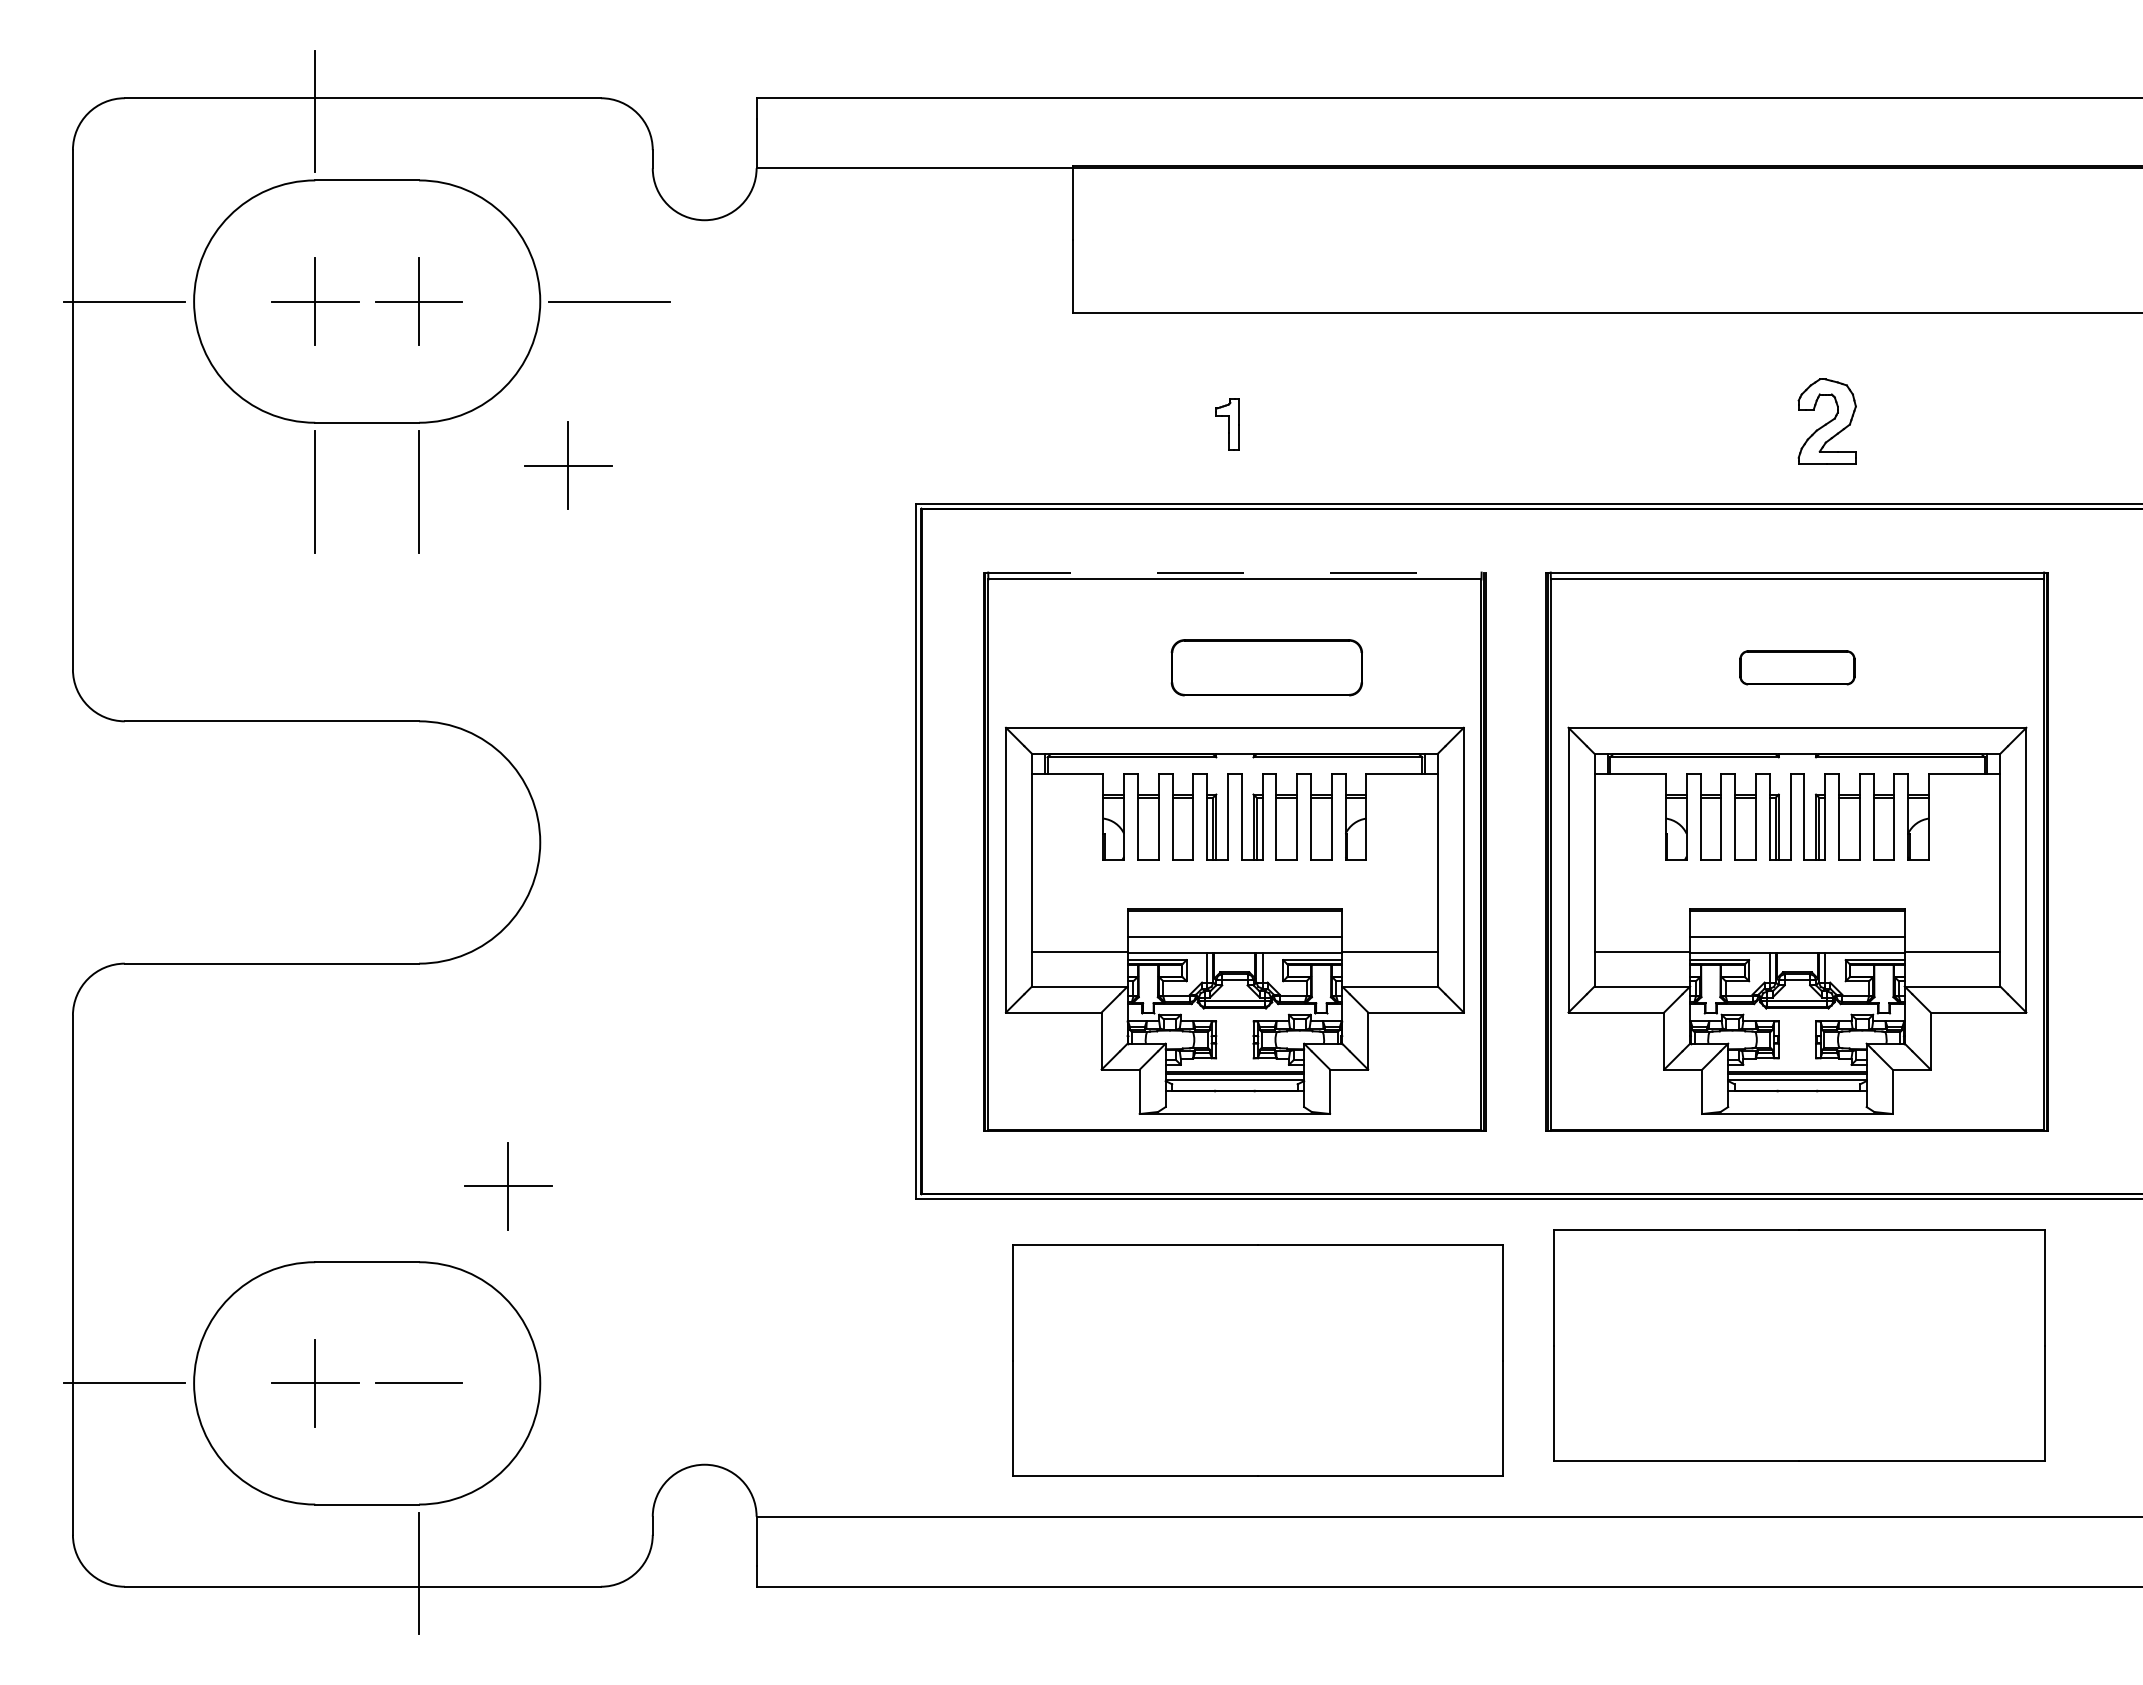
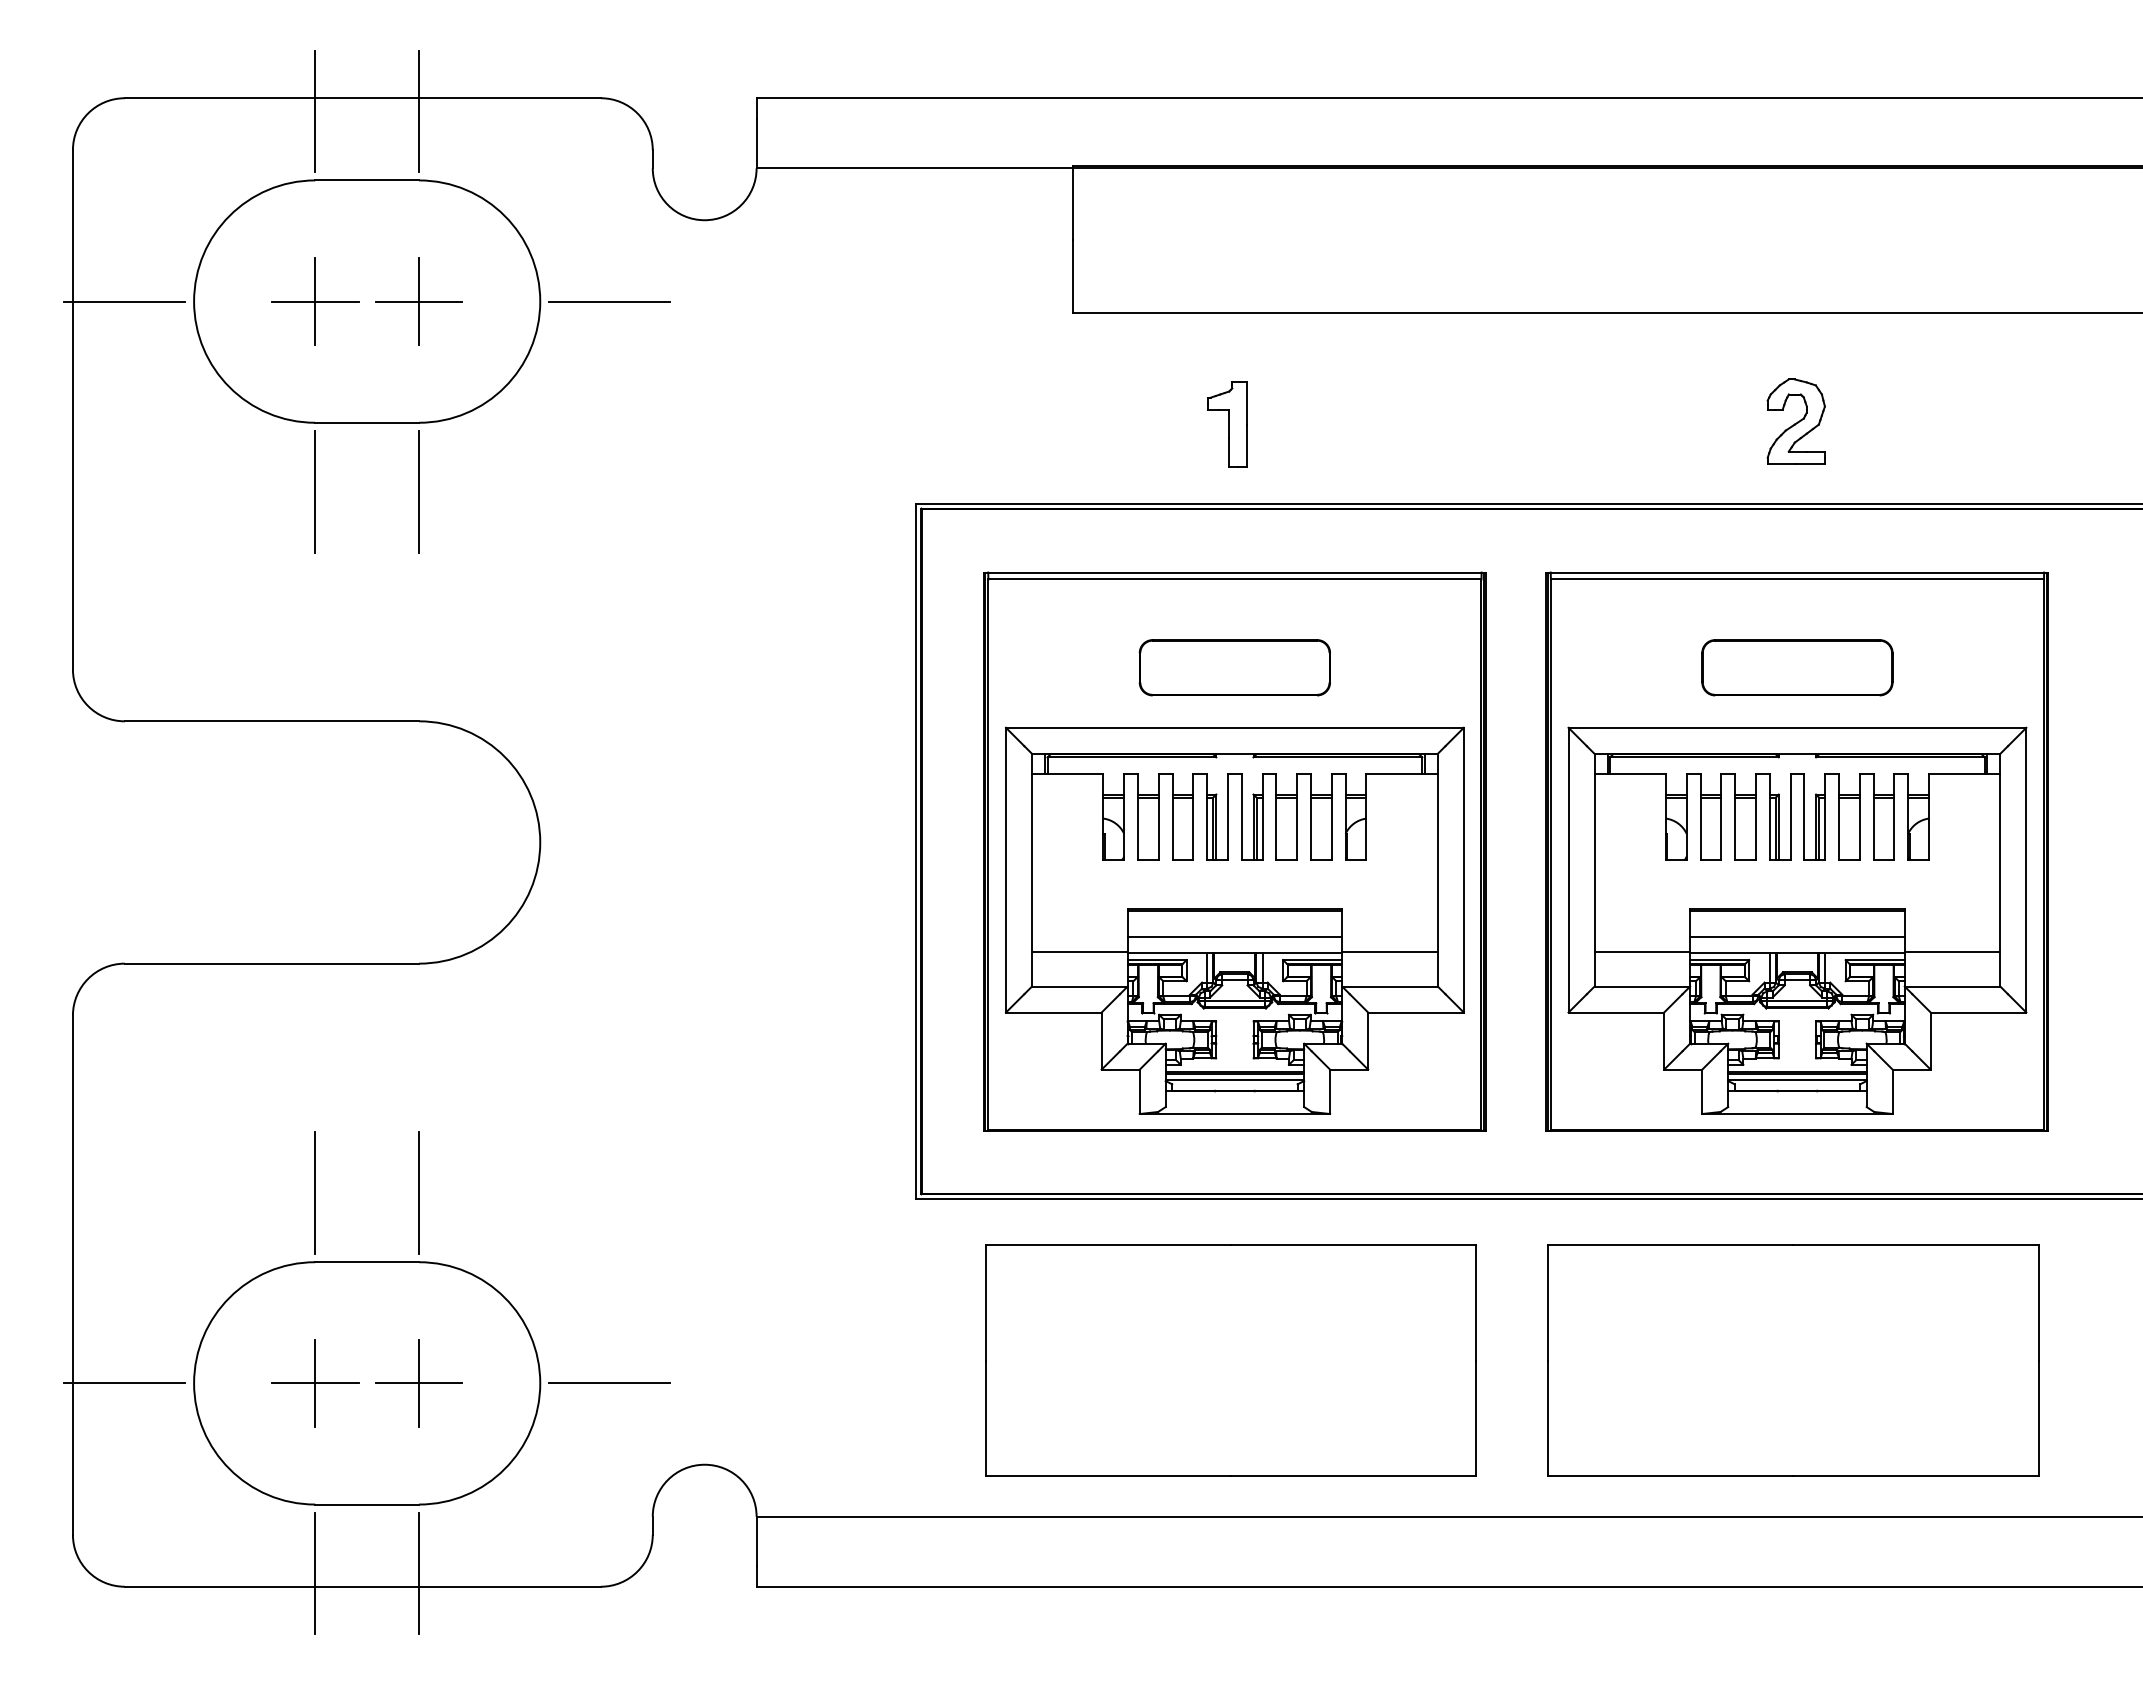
line at (419, 110): none -> present
part at (1826, 421) position: (1826, 421) -> (1795, 421)
part at (1227, 424) size: 25x53 px -> 41x87 px
part at (568, 465): present -> none
line at (1234, 572): dashed -> solid
part at (1266, 667) position: (1266, 667) -> (1234, 667)
part at (1797, 667) size: 117x36 px -> 193x58 px
part at (508, 1186): present -> none
line at (315, 1192): none -> present
line at (419, 1192): none -> present
part at (1799, 1345) position: (1799, 1345) -> (1793, 1360)
part at (1257, 1360) position: (1257, 1360) -> (1230, 1360)
line at (419, 1383): none -> present
line at (609, 1383): none -> present
line at (315, 1573): none -> present
